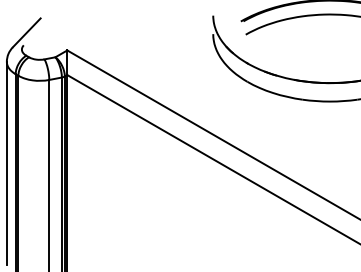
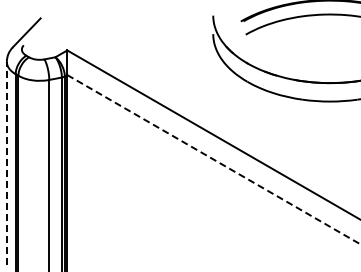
line at (214, 159): solid -> dashed
line at (6, 163): solid -> dashed
